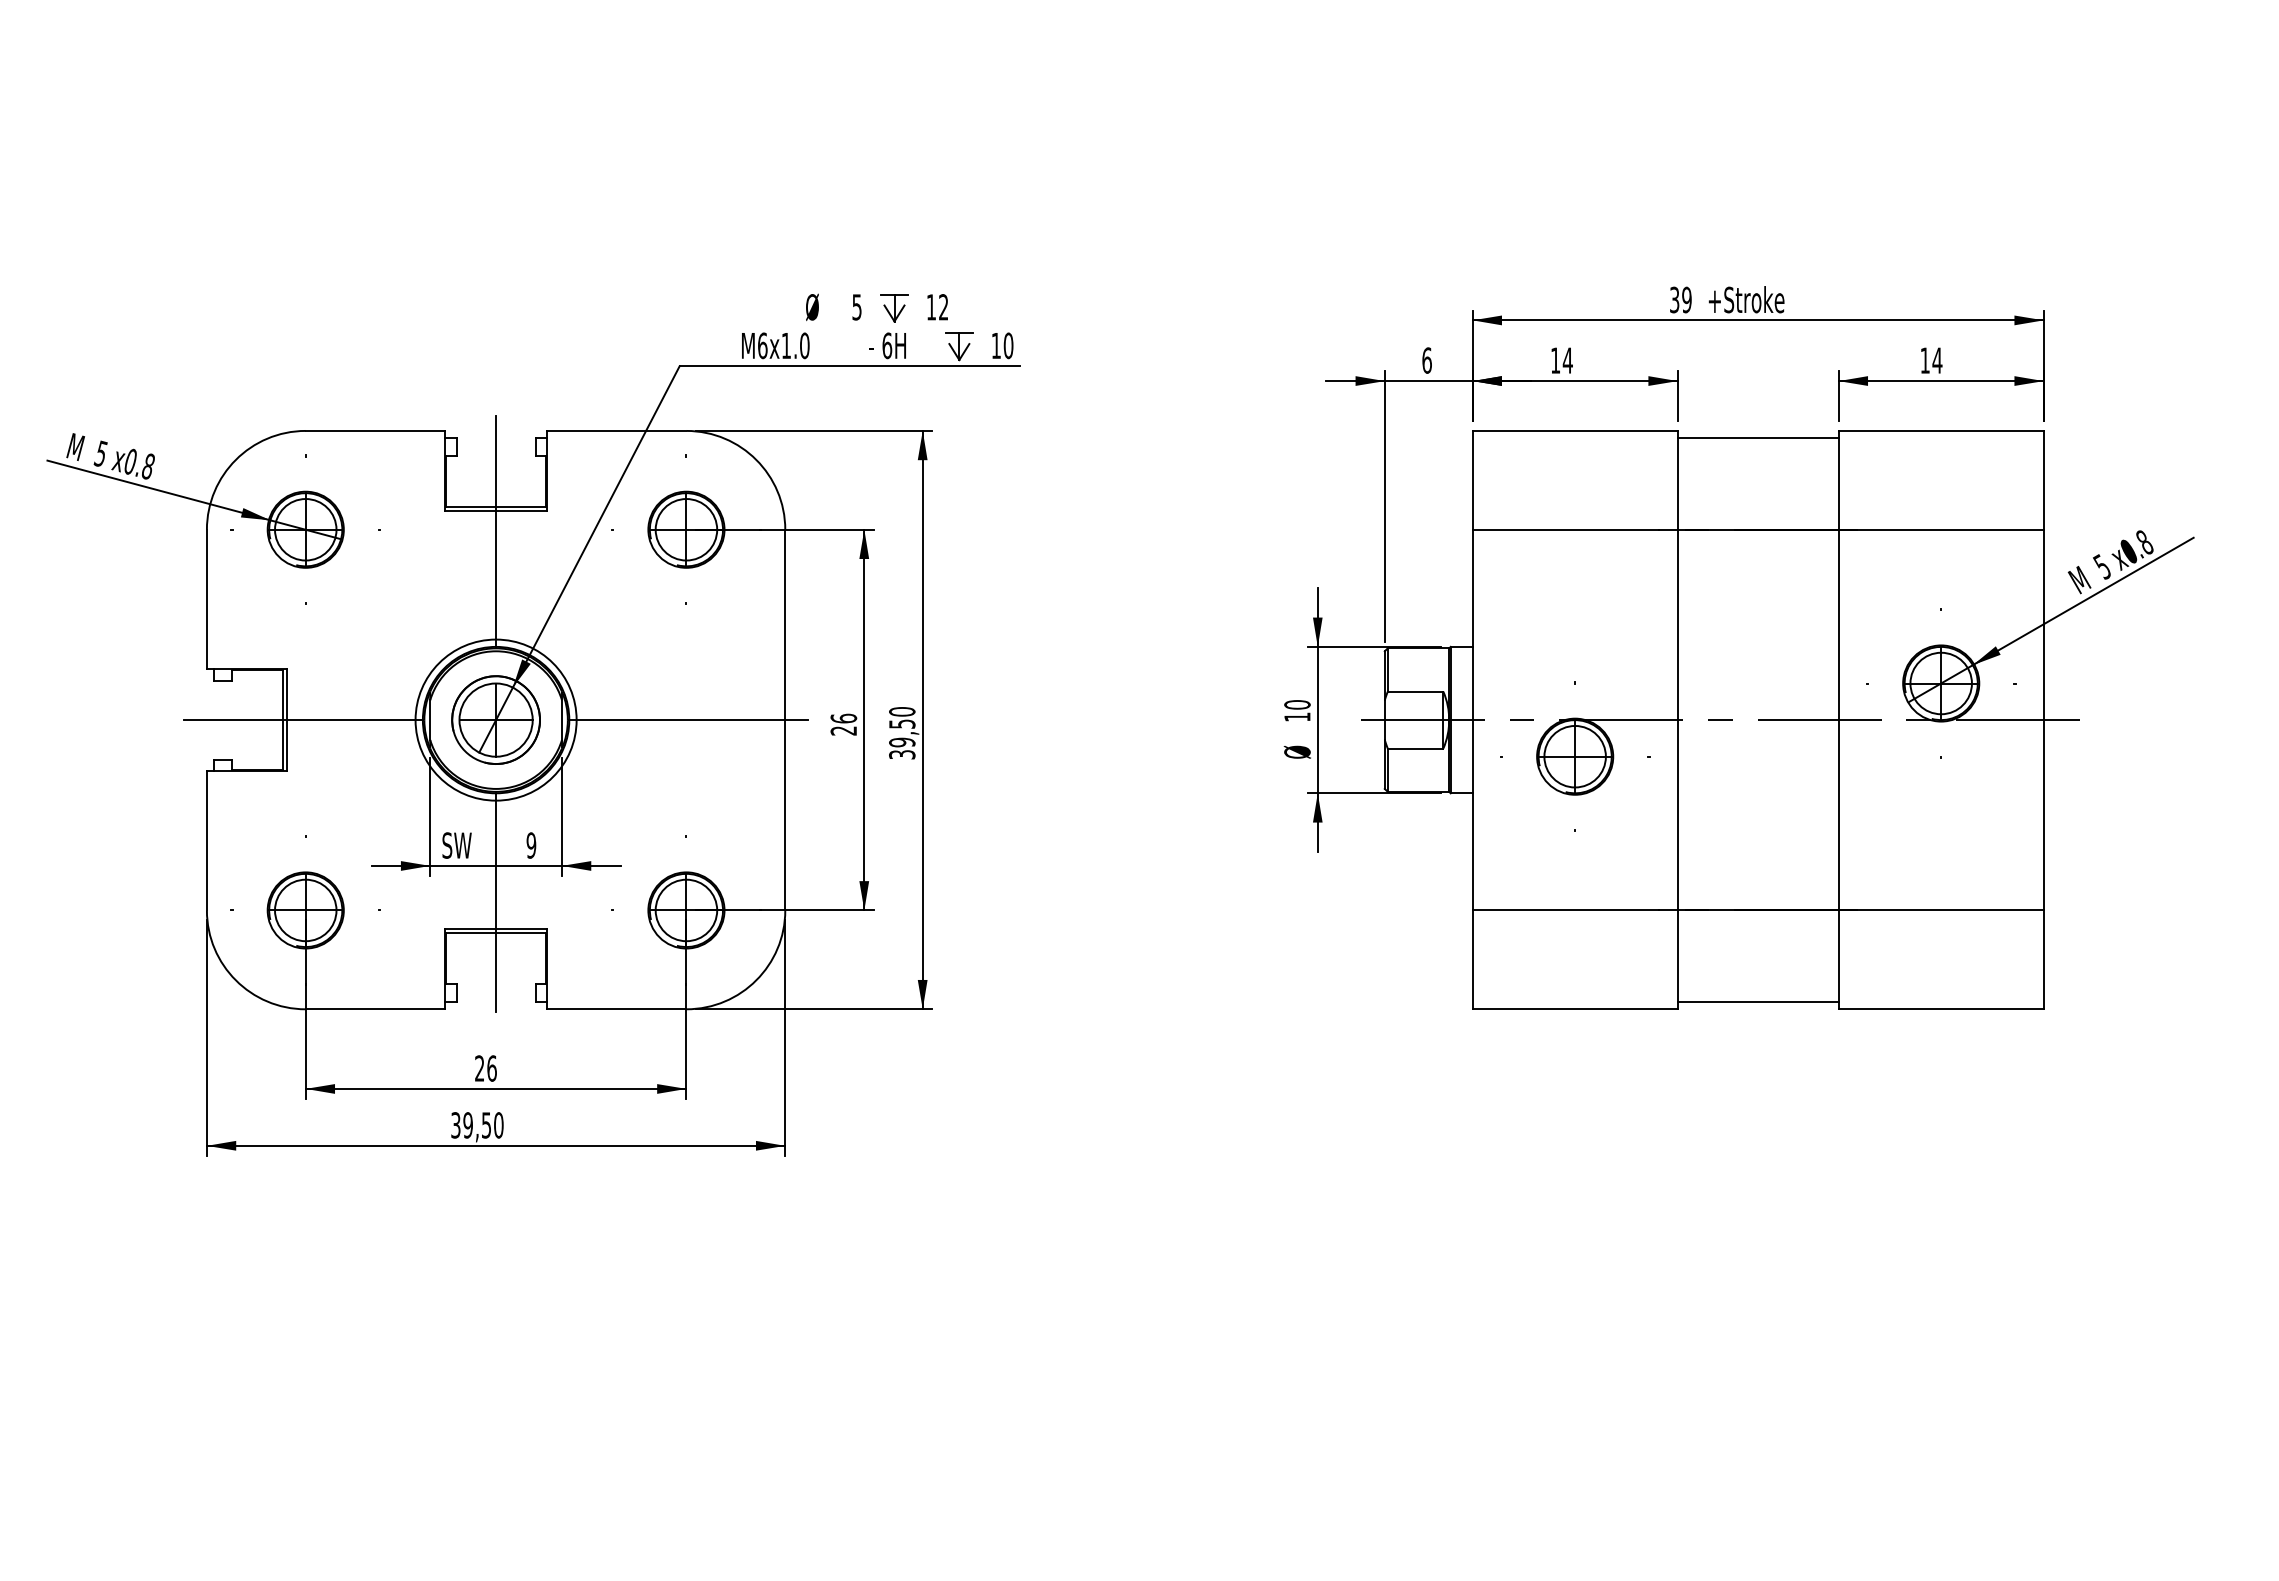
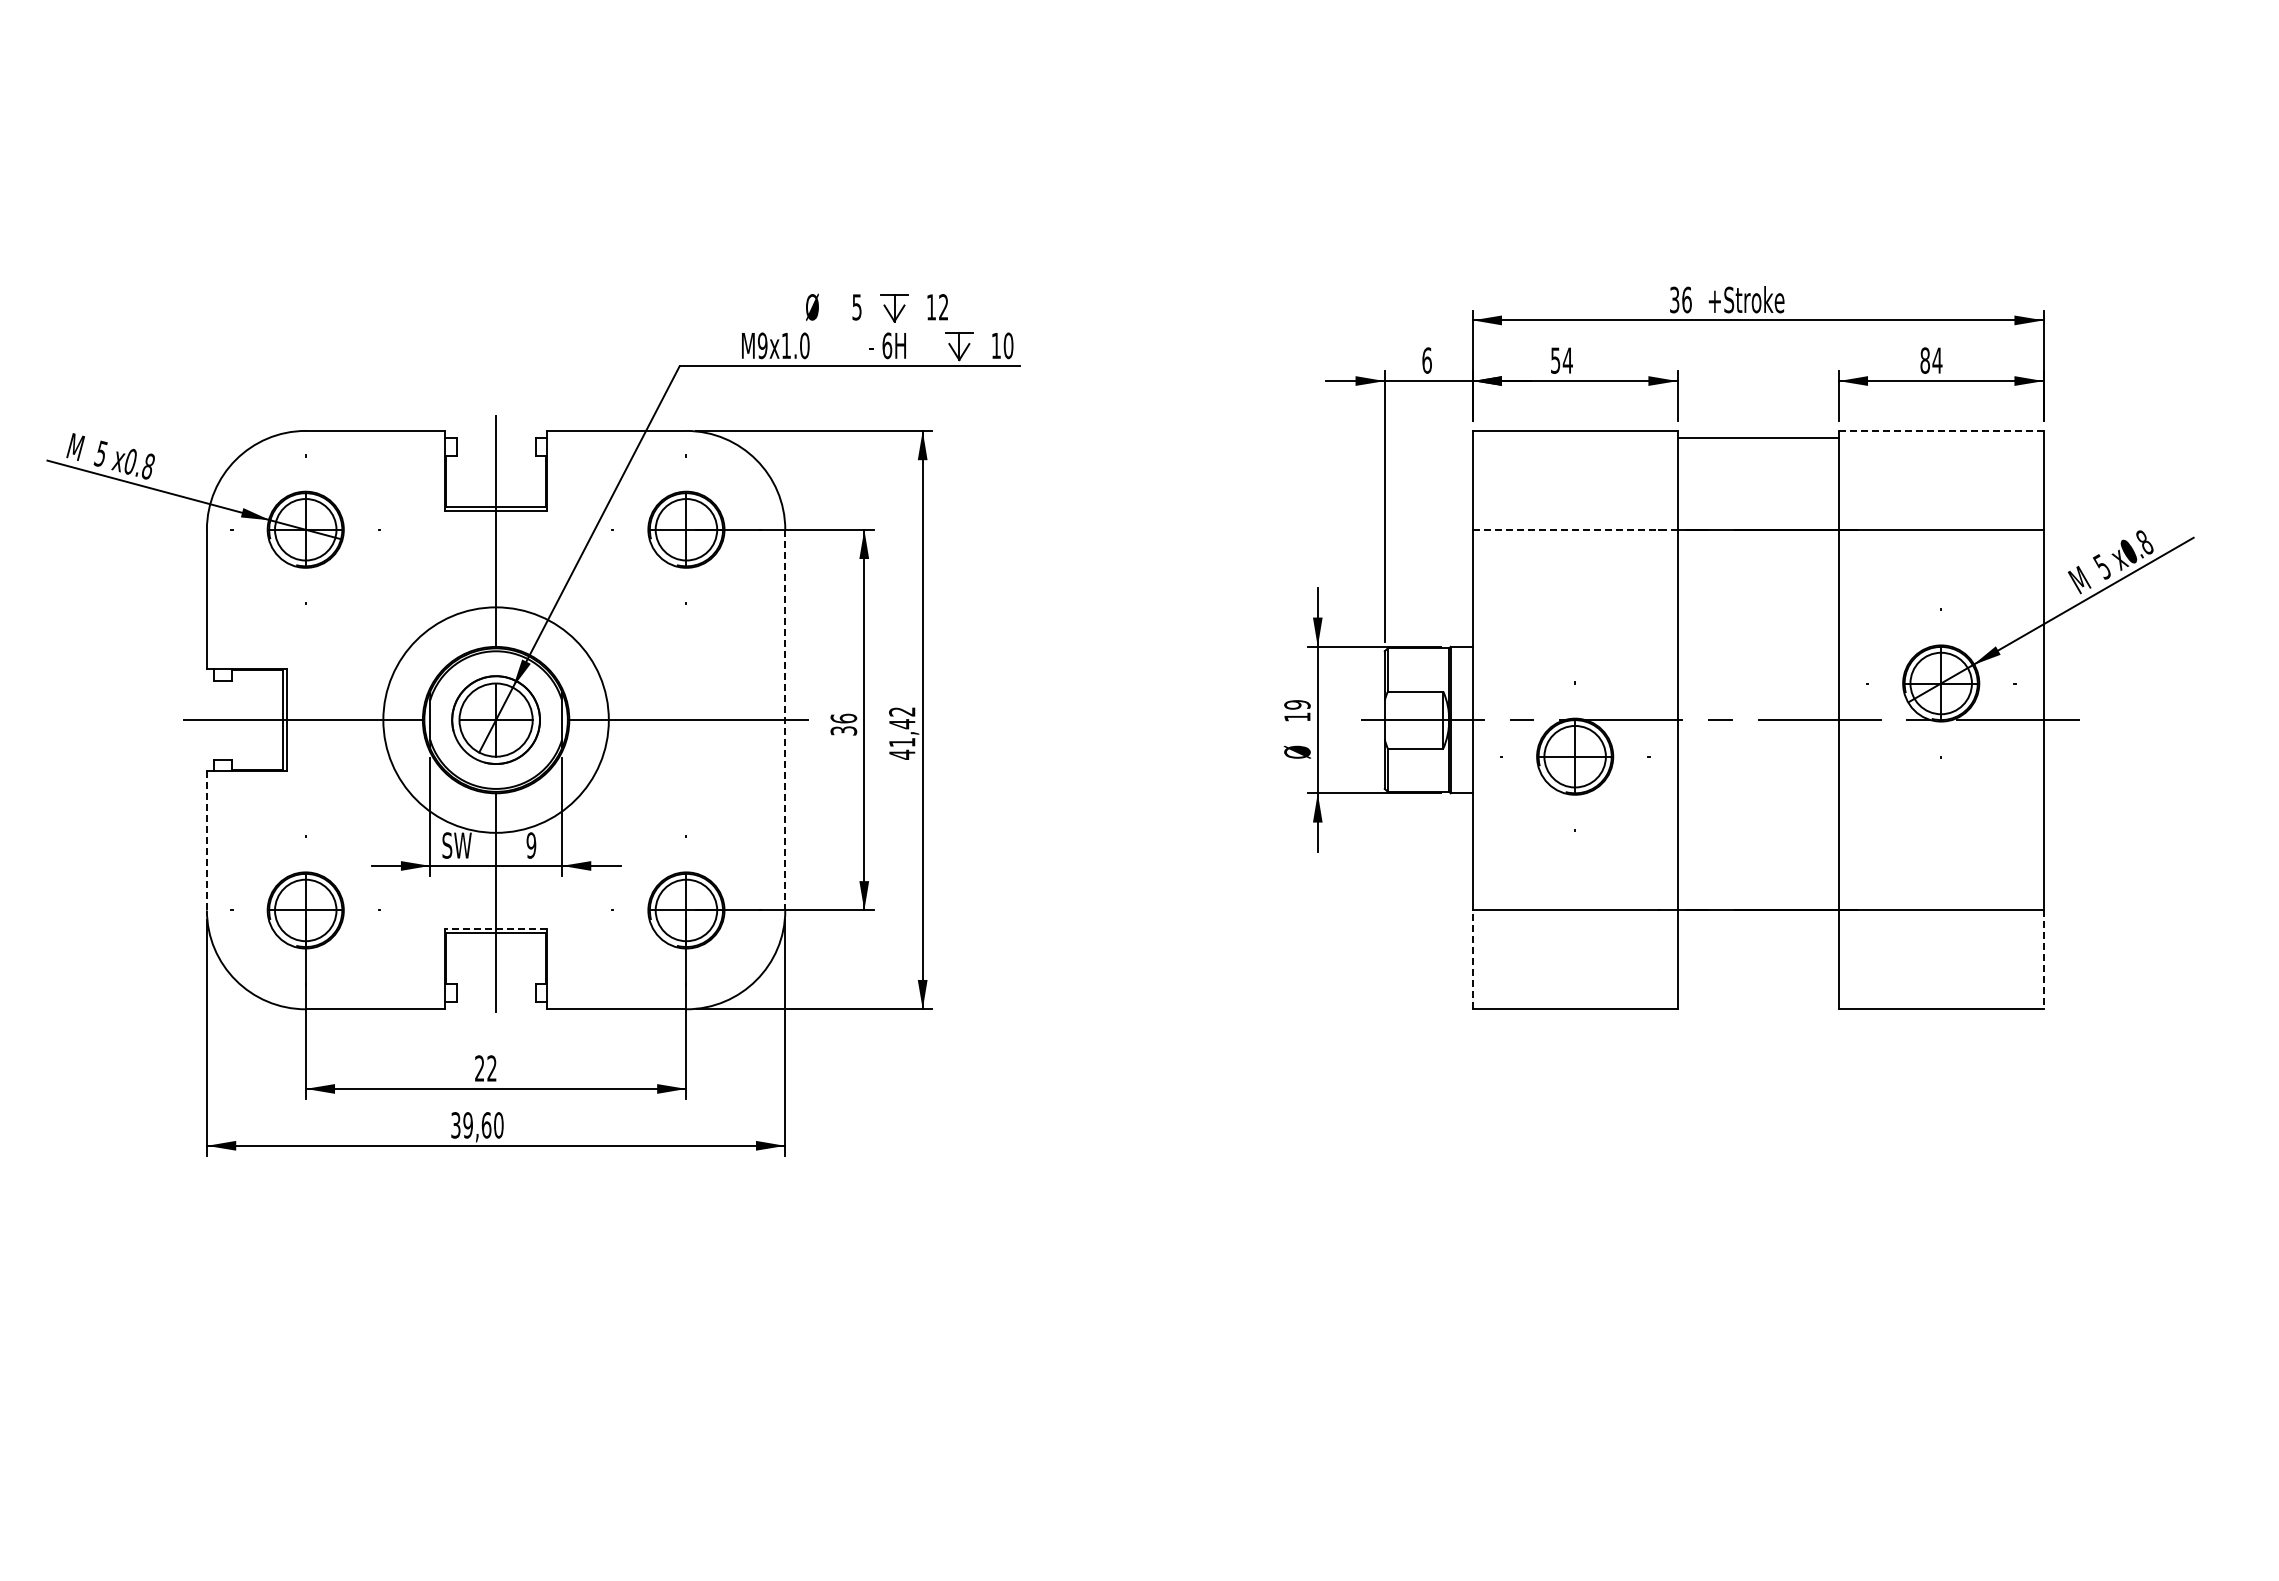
text at (1686, 299): 39 -> 36
text at (762, 345): M6x1.0 -> M9x1.0
text at (1555, 360): 14 -> 54
text at (1924, 360): 14 -> 84
line at (1941, 430): solid -> dashed
line at (1574, 529): solid -> dashed
text at (1297, 704): 10 -> 19
circle at (495, 719) diameter: 161 px -> 225 px
line at (785, 720): solid -> dashed
text at (844, 730): 26 -> 36
text at (902, 733): 39,50 -> 41,42
line at (206, 840): solid -> dashed
line at (495, 928): solid -> dashed
line at (1472, 959): solid -> dashed
line at (2043, 960): solid -> dashed
line at (1757, 1001): present -> none
text at (491, 1068): 26 -> 22
text at (486, 1125): 39,50 -> 39,60
